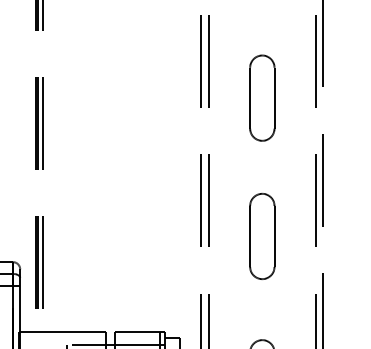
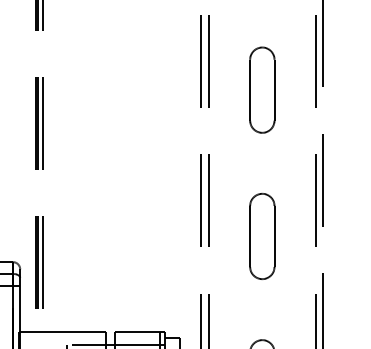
part at (262, 97) position: (262, 97) -> (262, 89)
